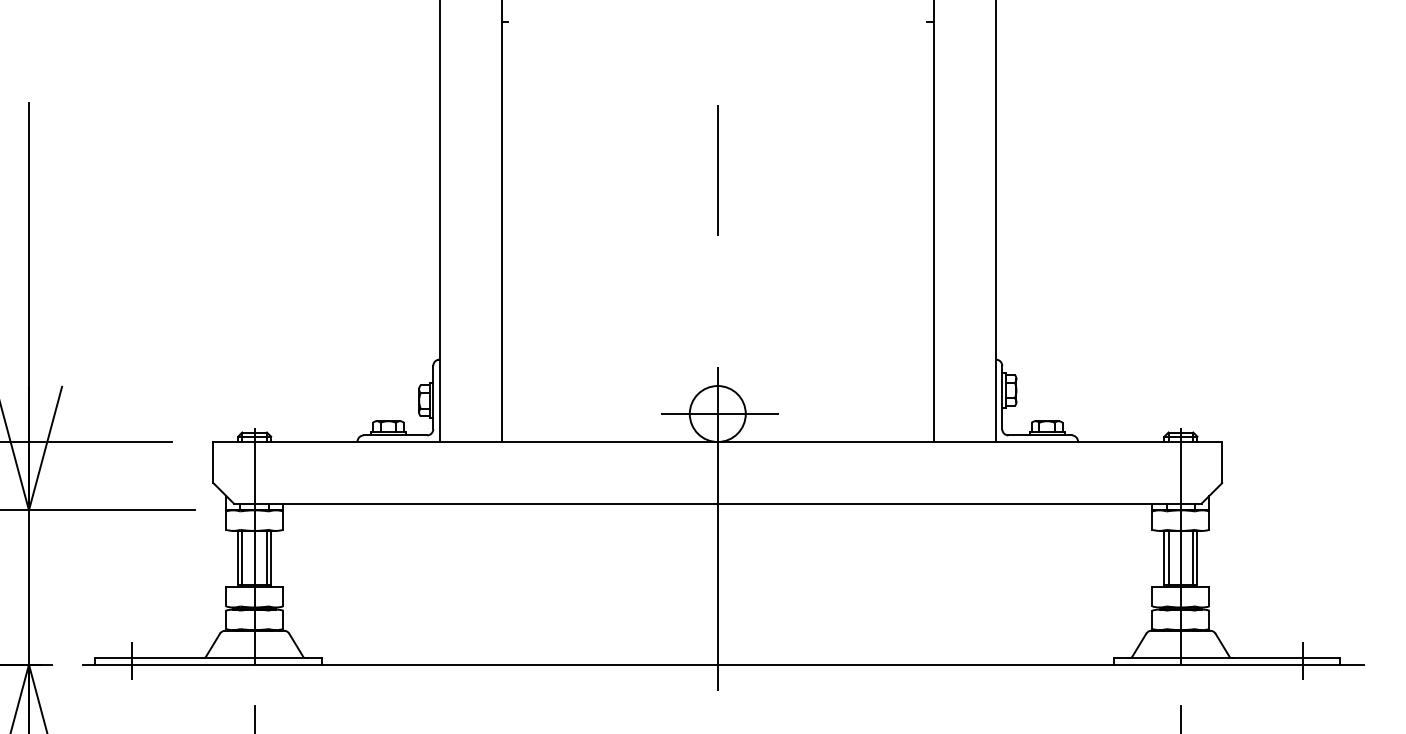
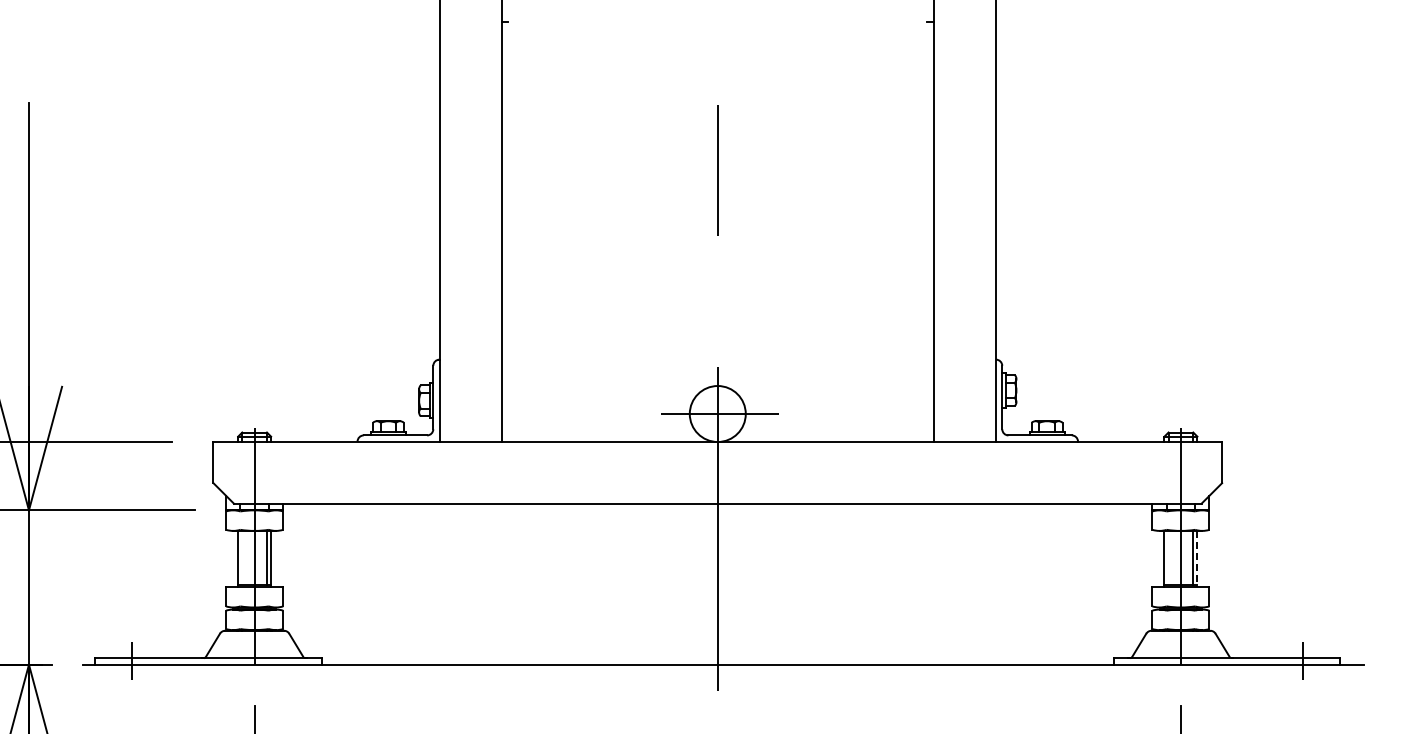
line at (242, 557): present -> none
line at (1168, 557): present -> none
line at (1197, 558): solid -> dashed
